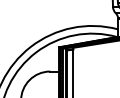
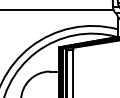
line at (57, 9): none -> present
